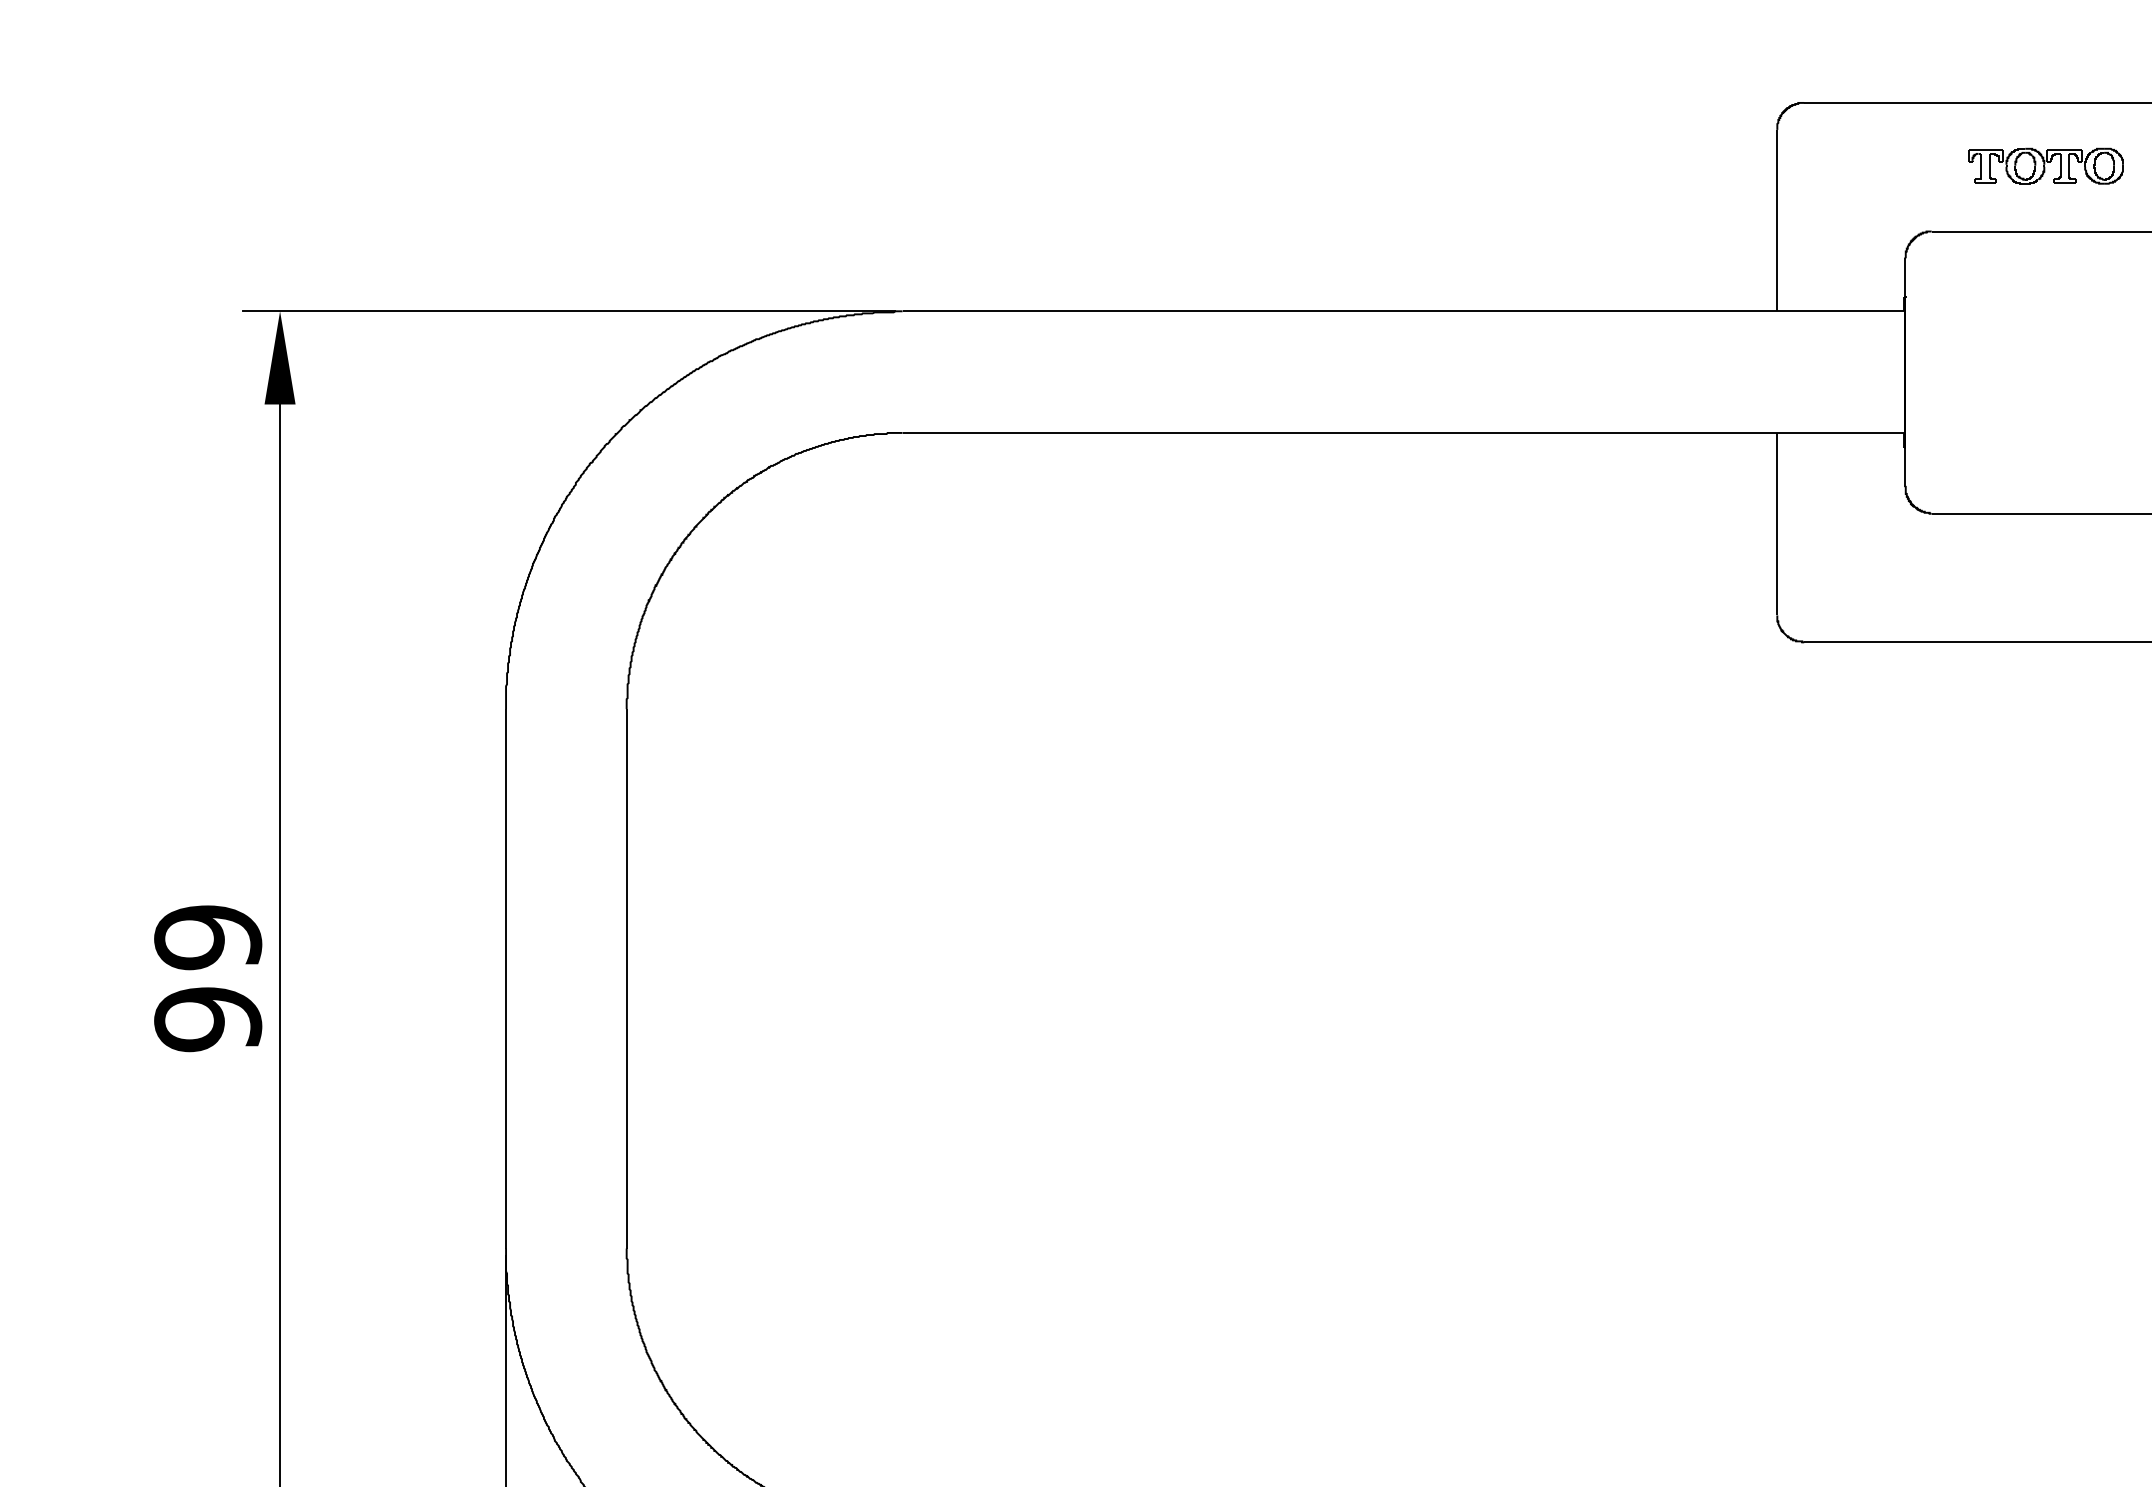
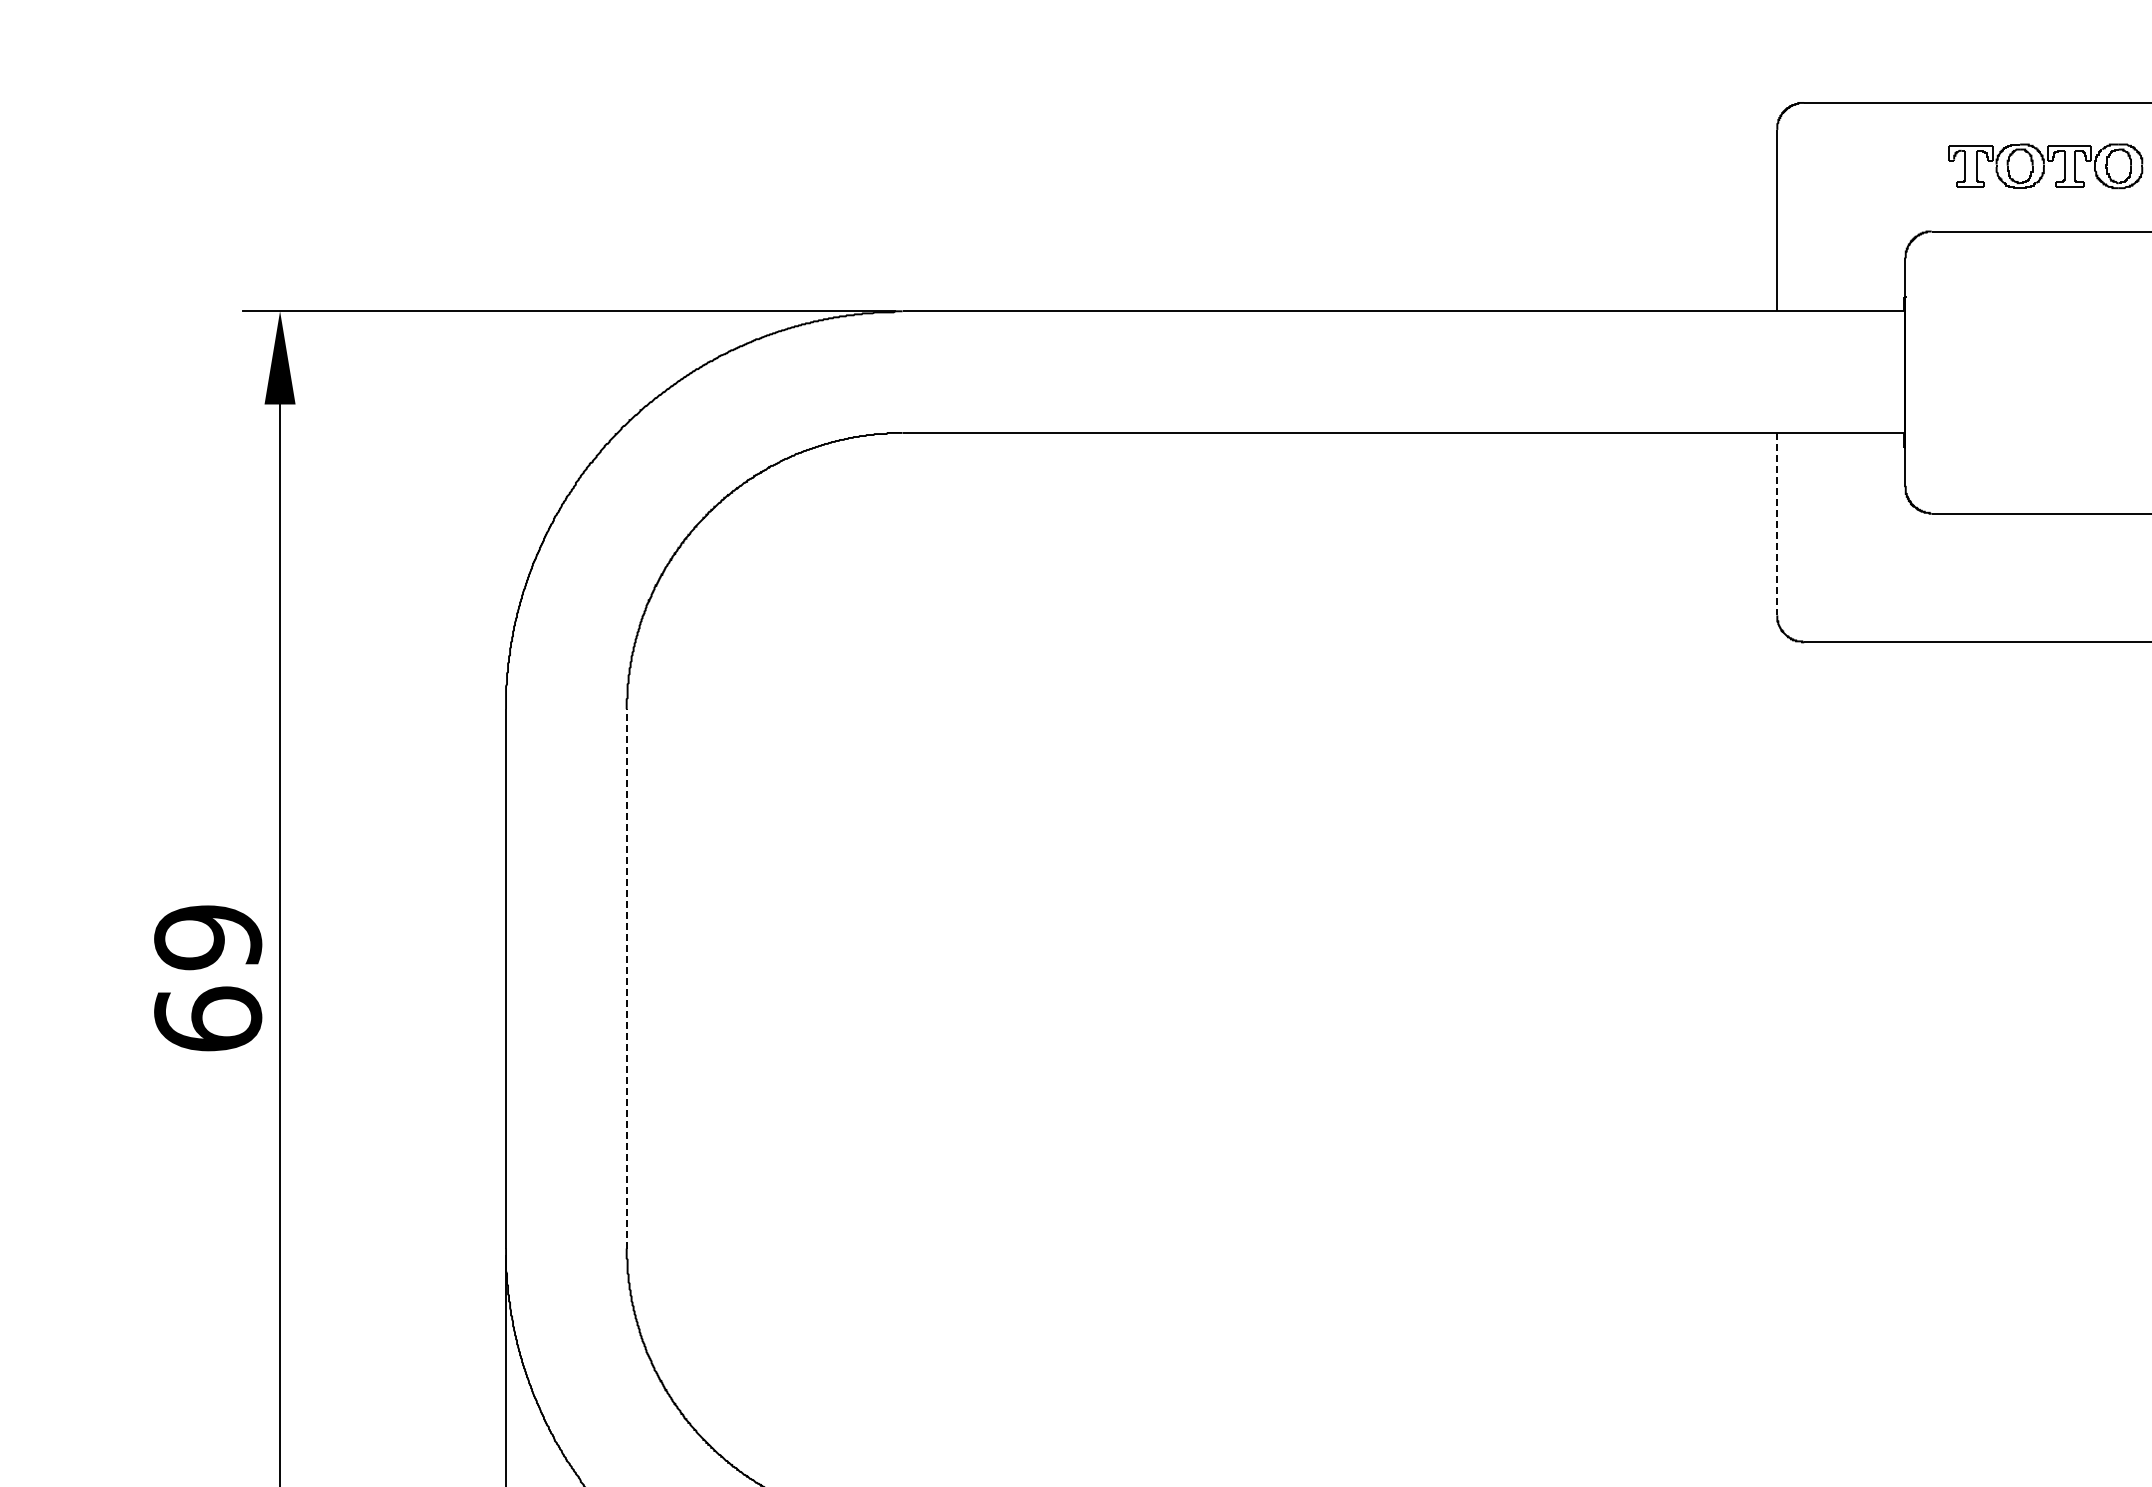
part at (2045, 165) size: 156x38 px -> 196x47 px
line at (1777, 524): solid -> dashed
line at (626, 978): solid -> dashed
text at (208, 1019): 99 -> 69
